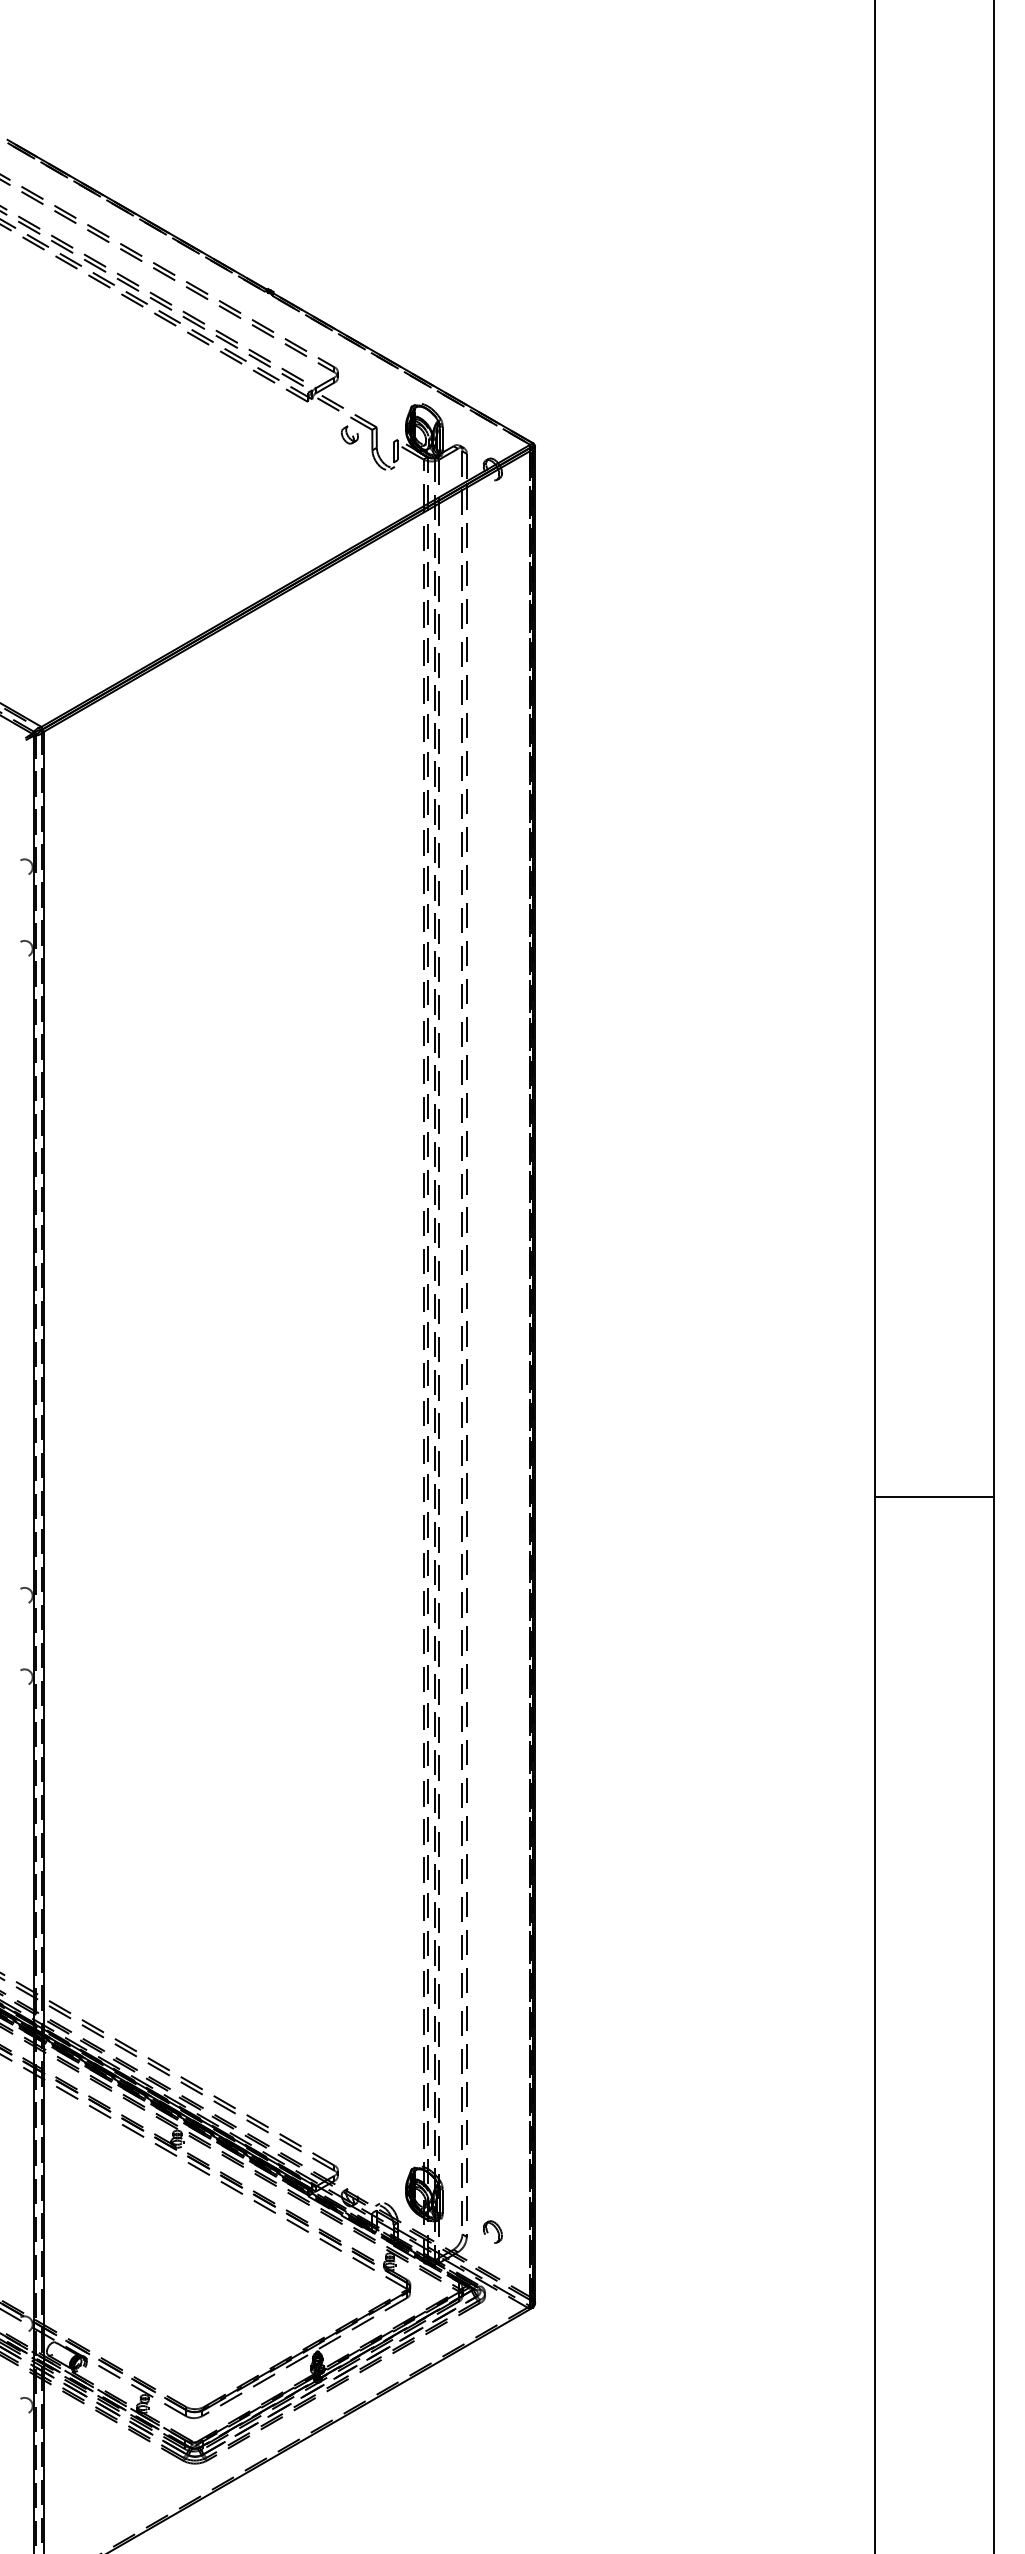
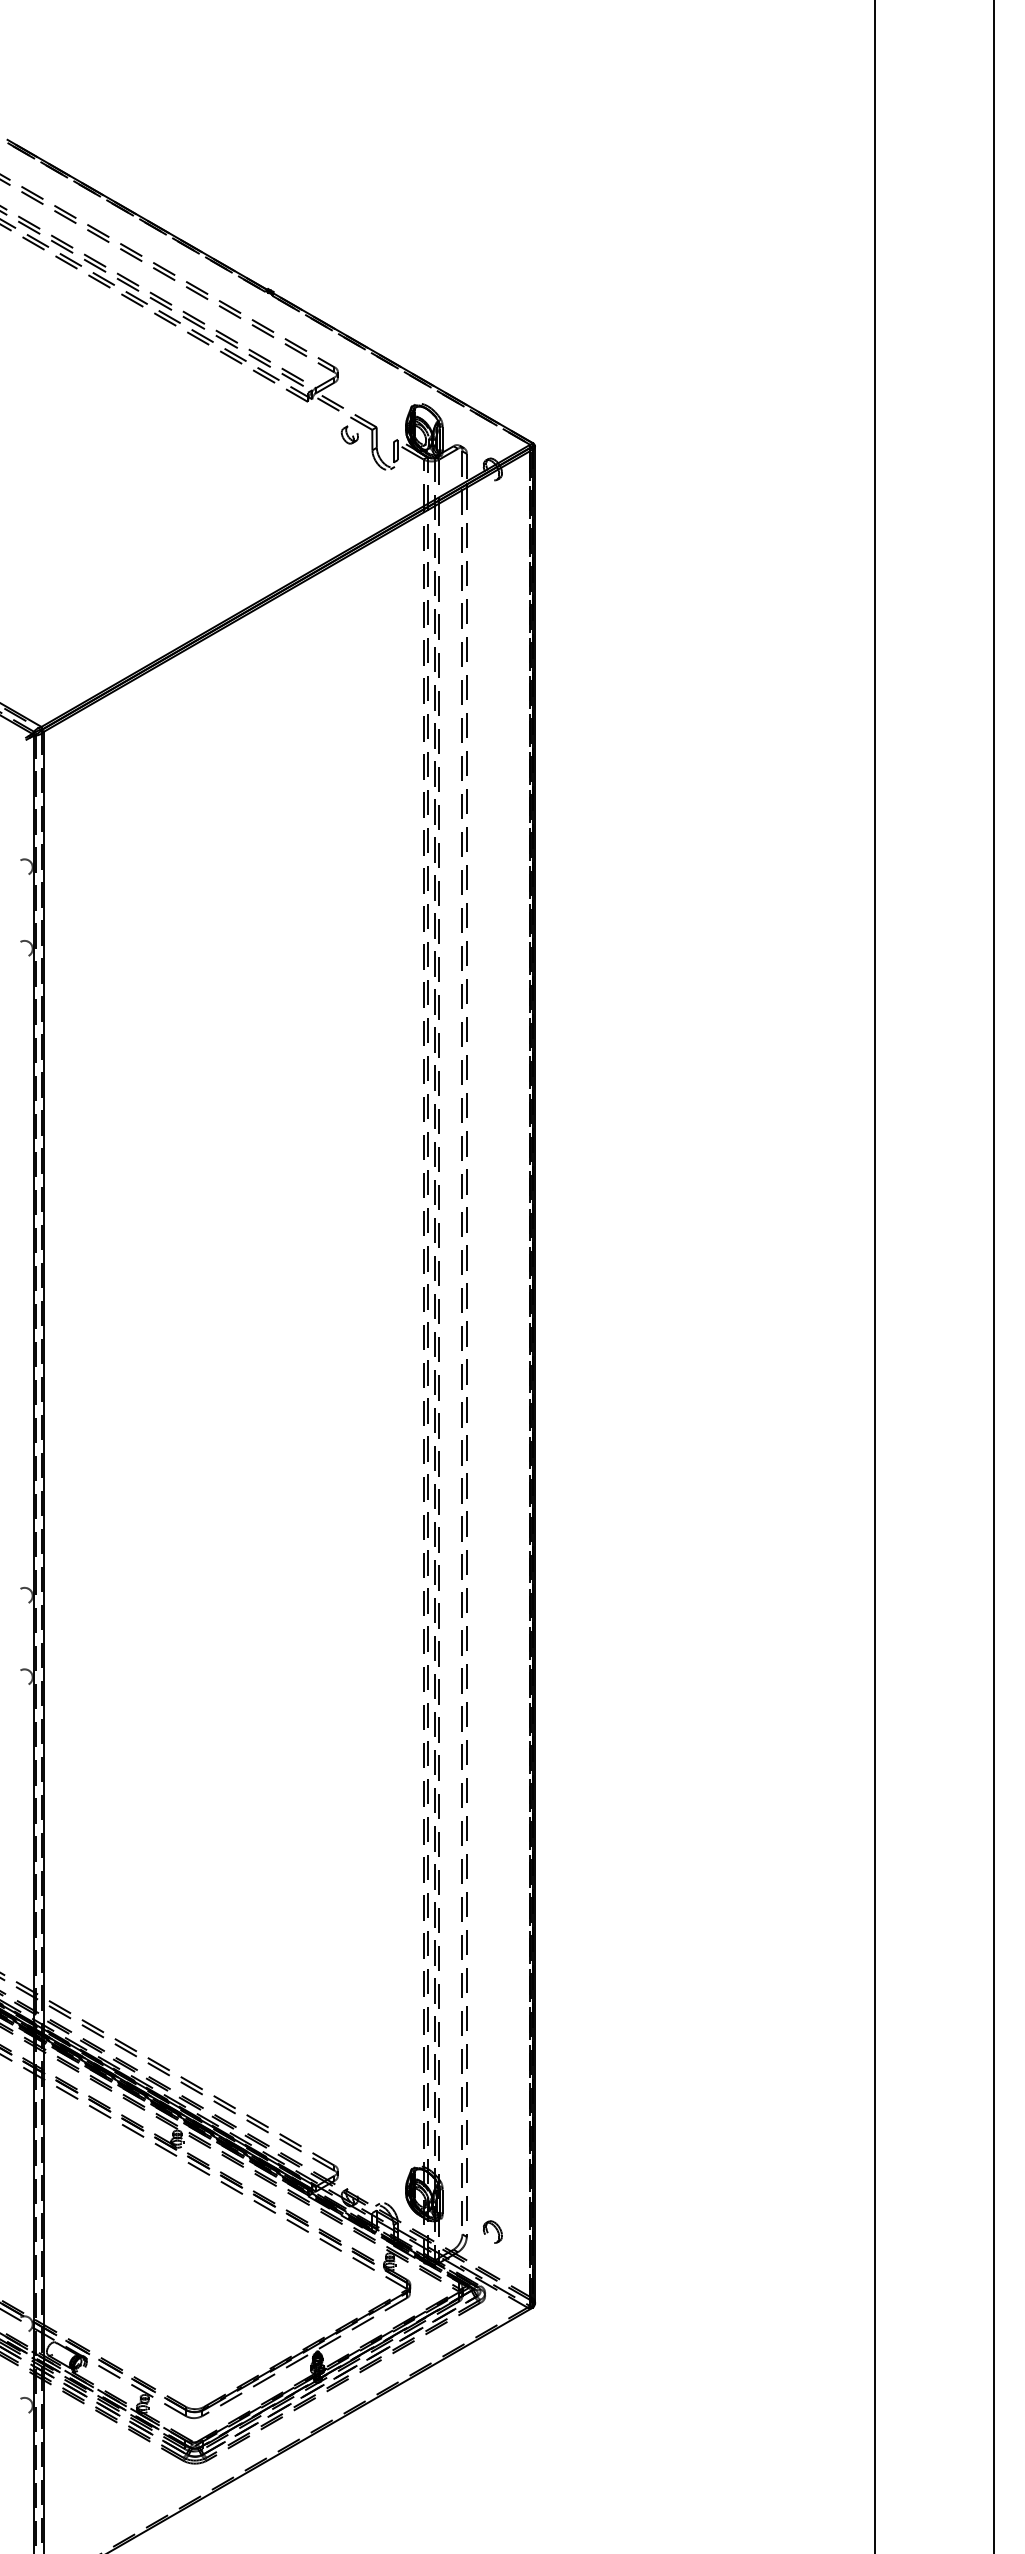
line at (934, 1497): present -> none
